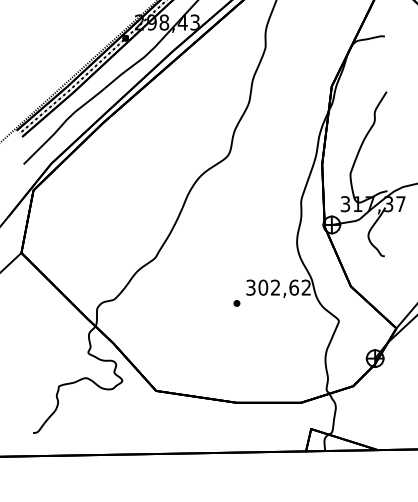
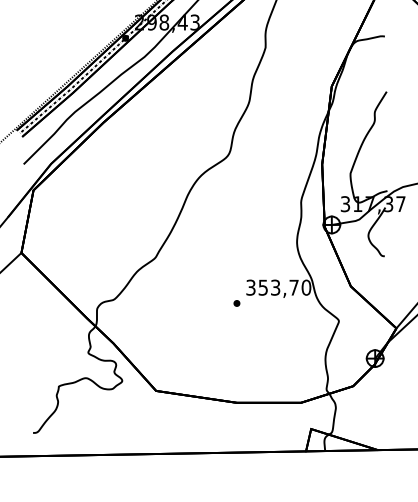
text at (284, 287): 302,62 -> 353,70
